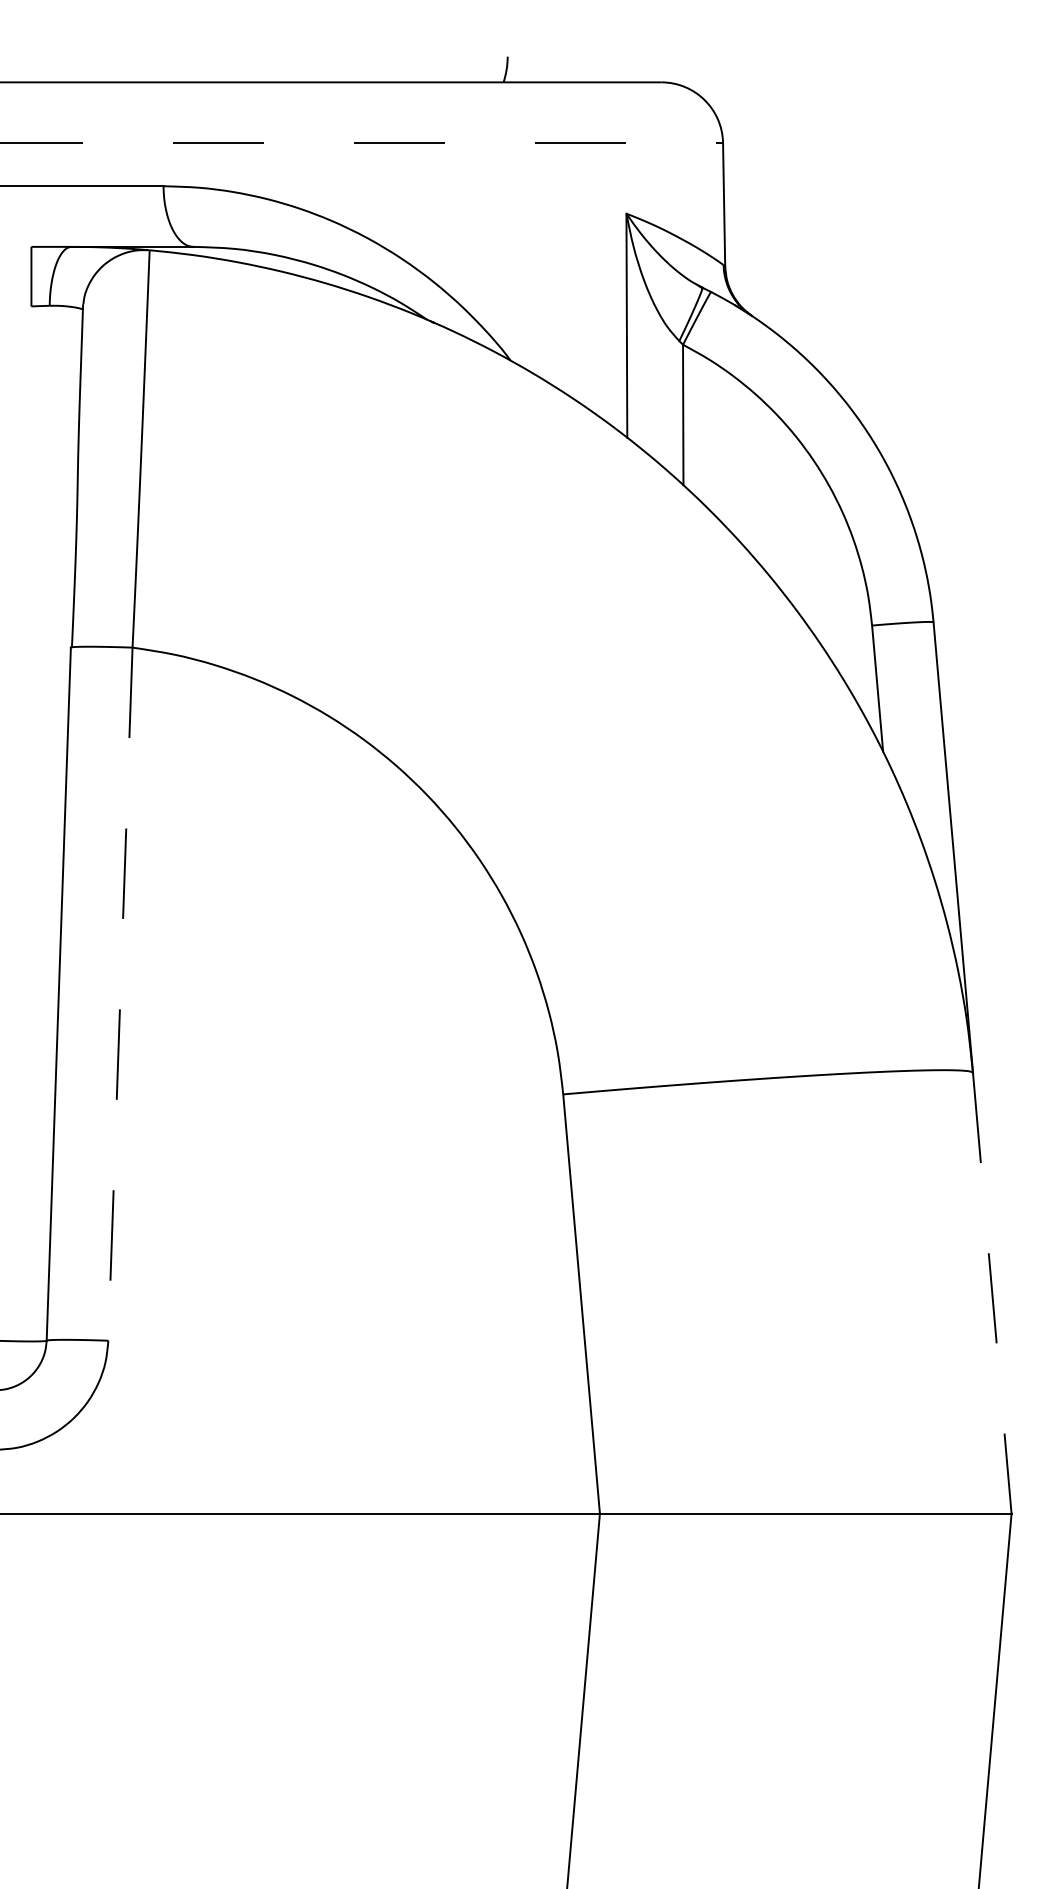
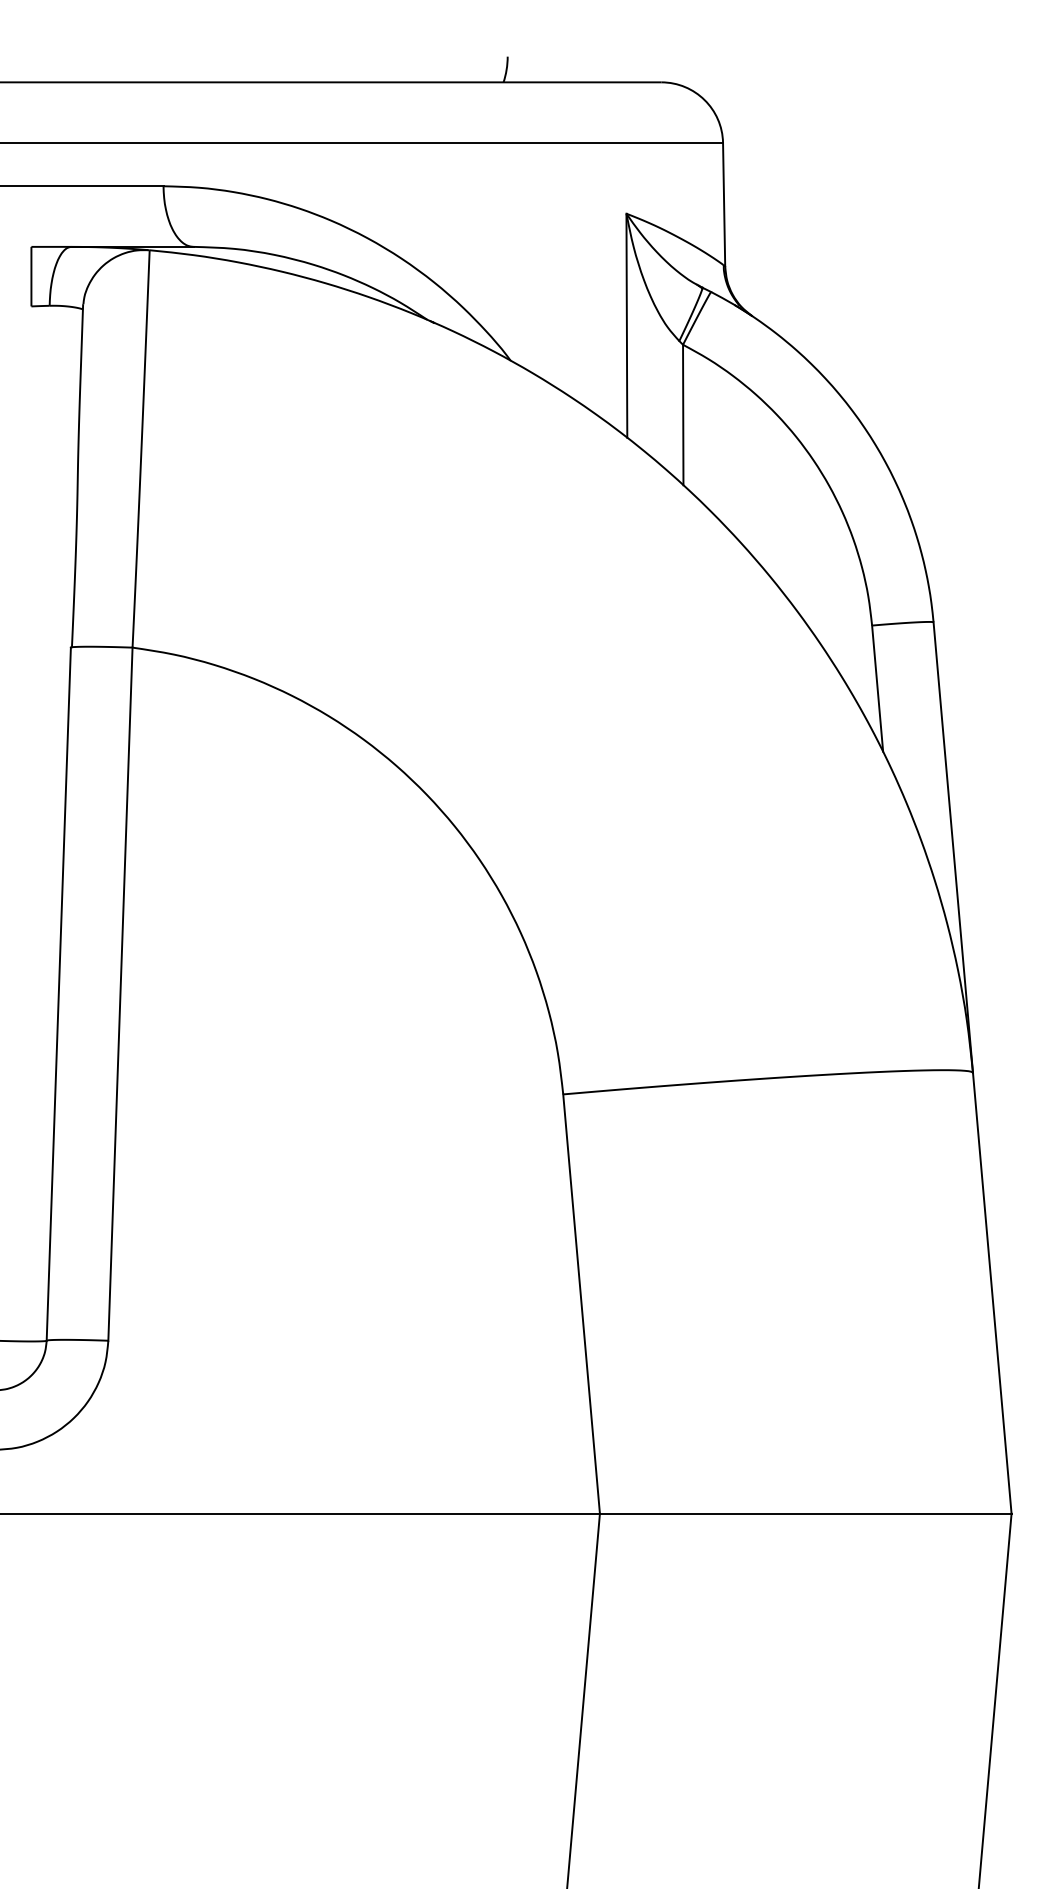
line at (362, 142): dashed -> solid
line at (120, 994): dashed -> solid
line at (992, 1293): dashed -> solid
